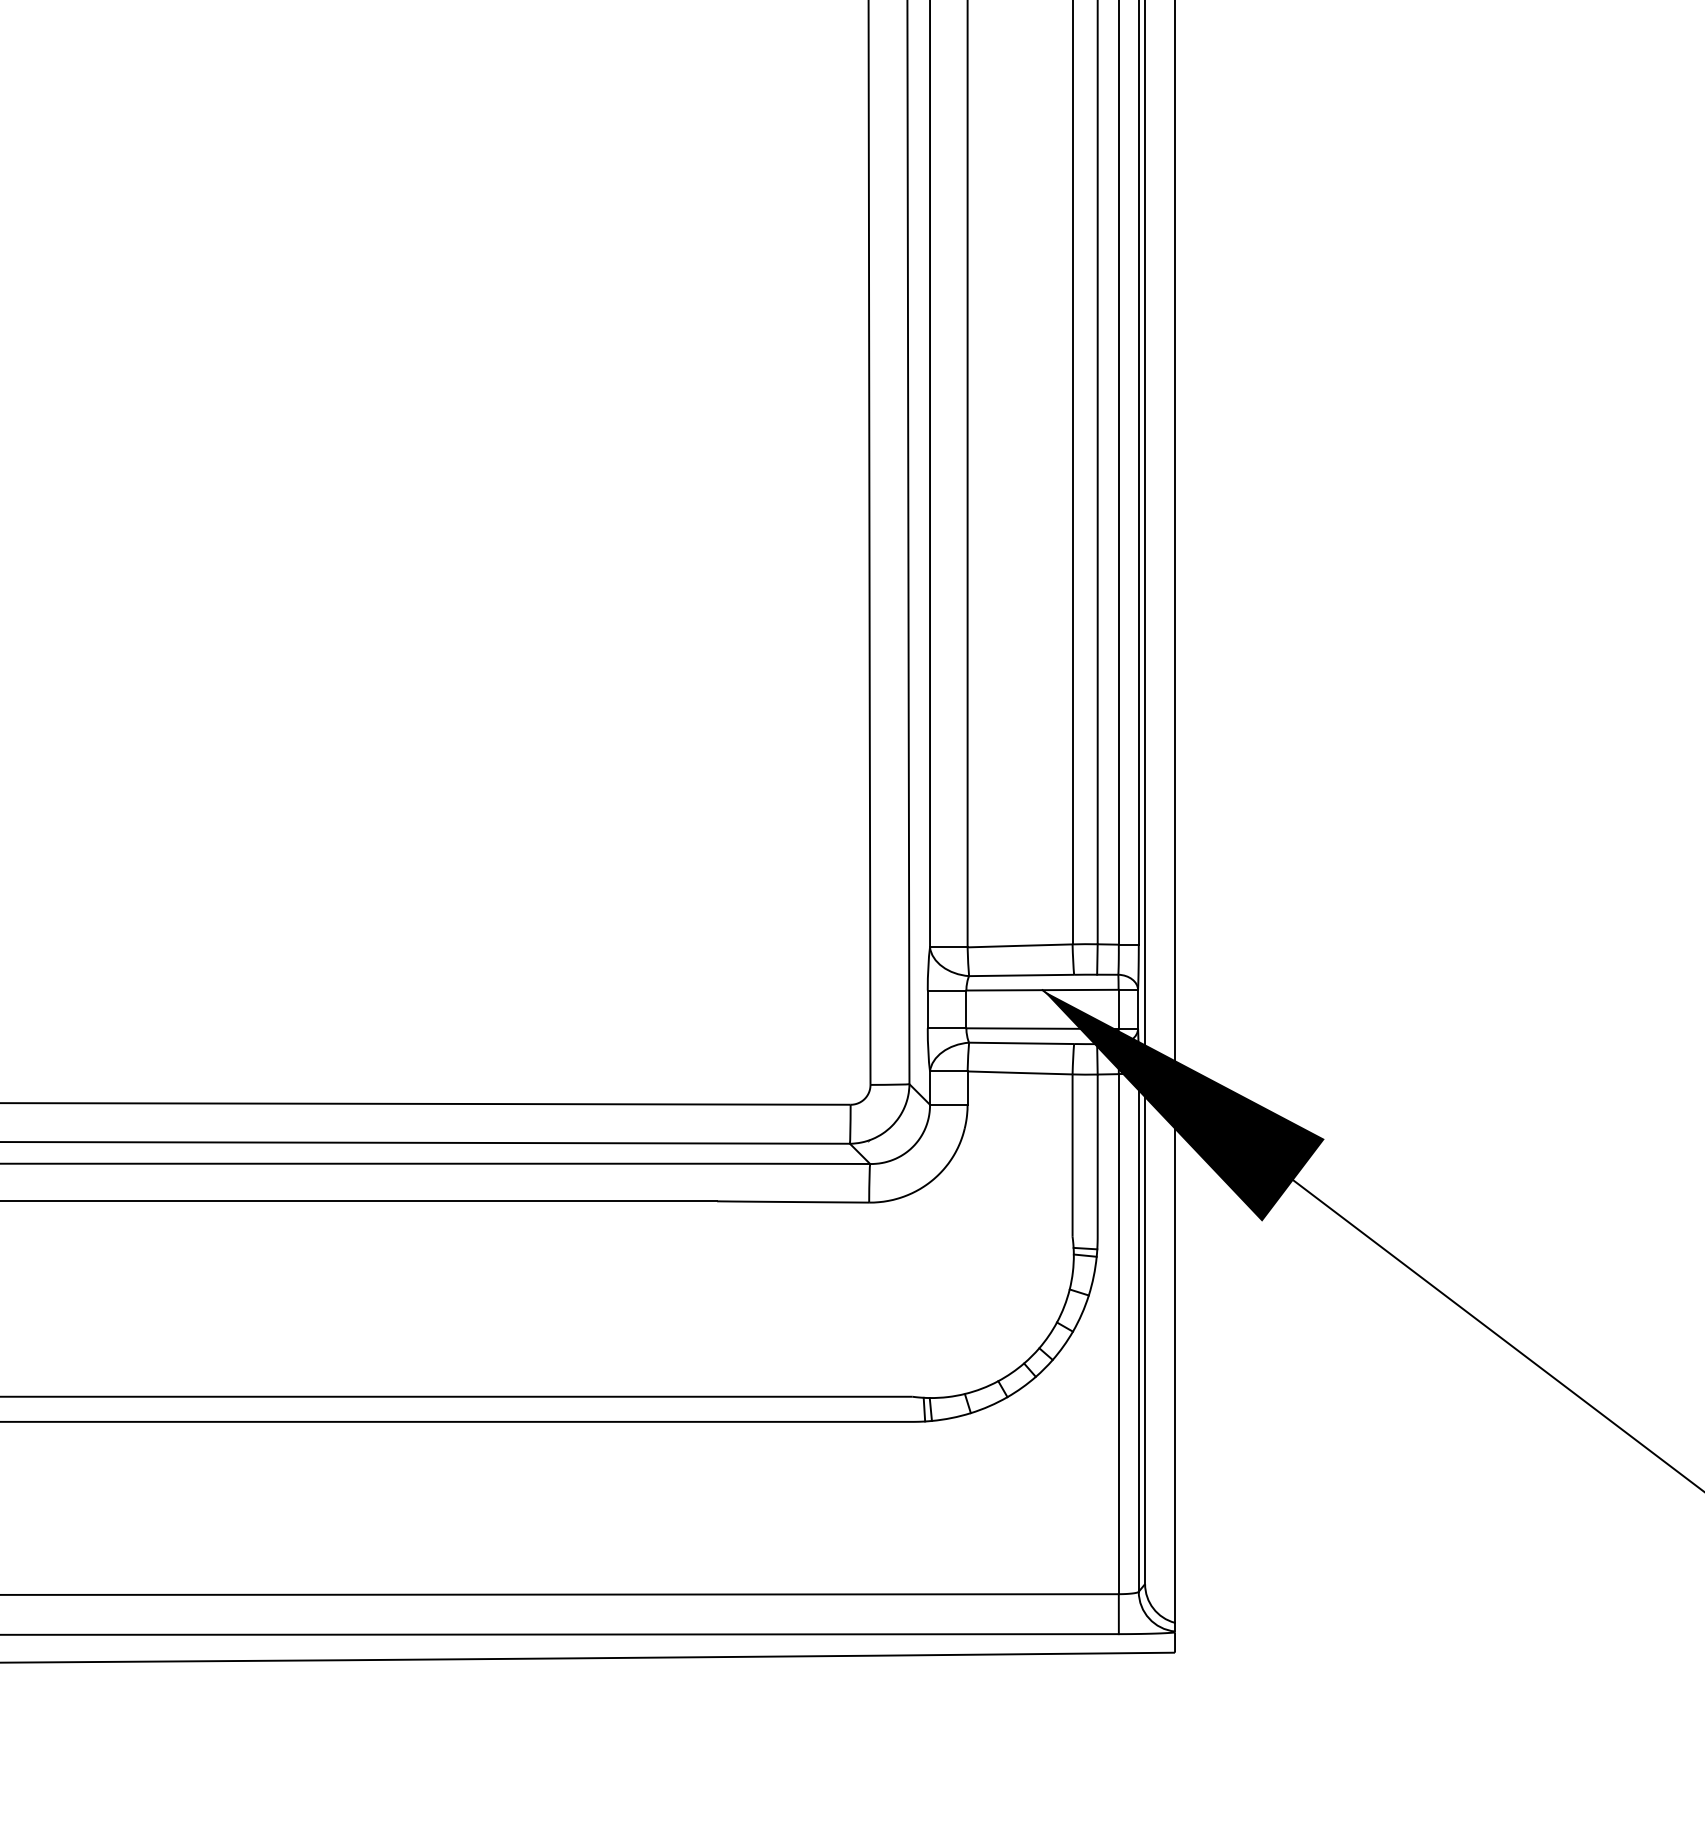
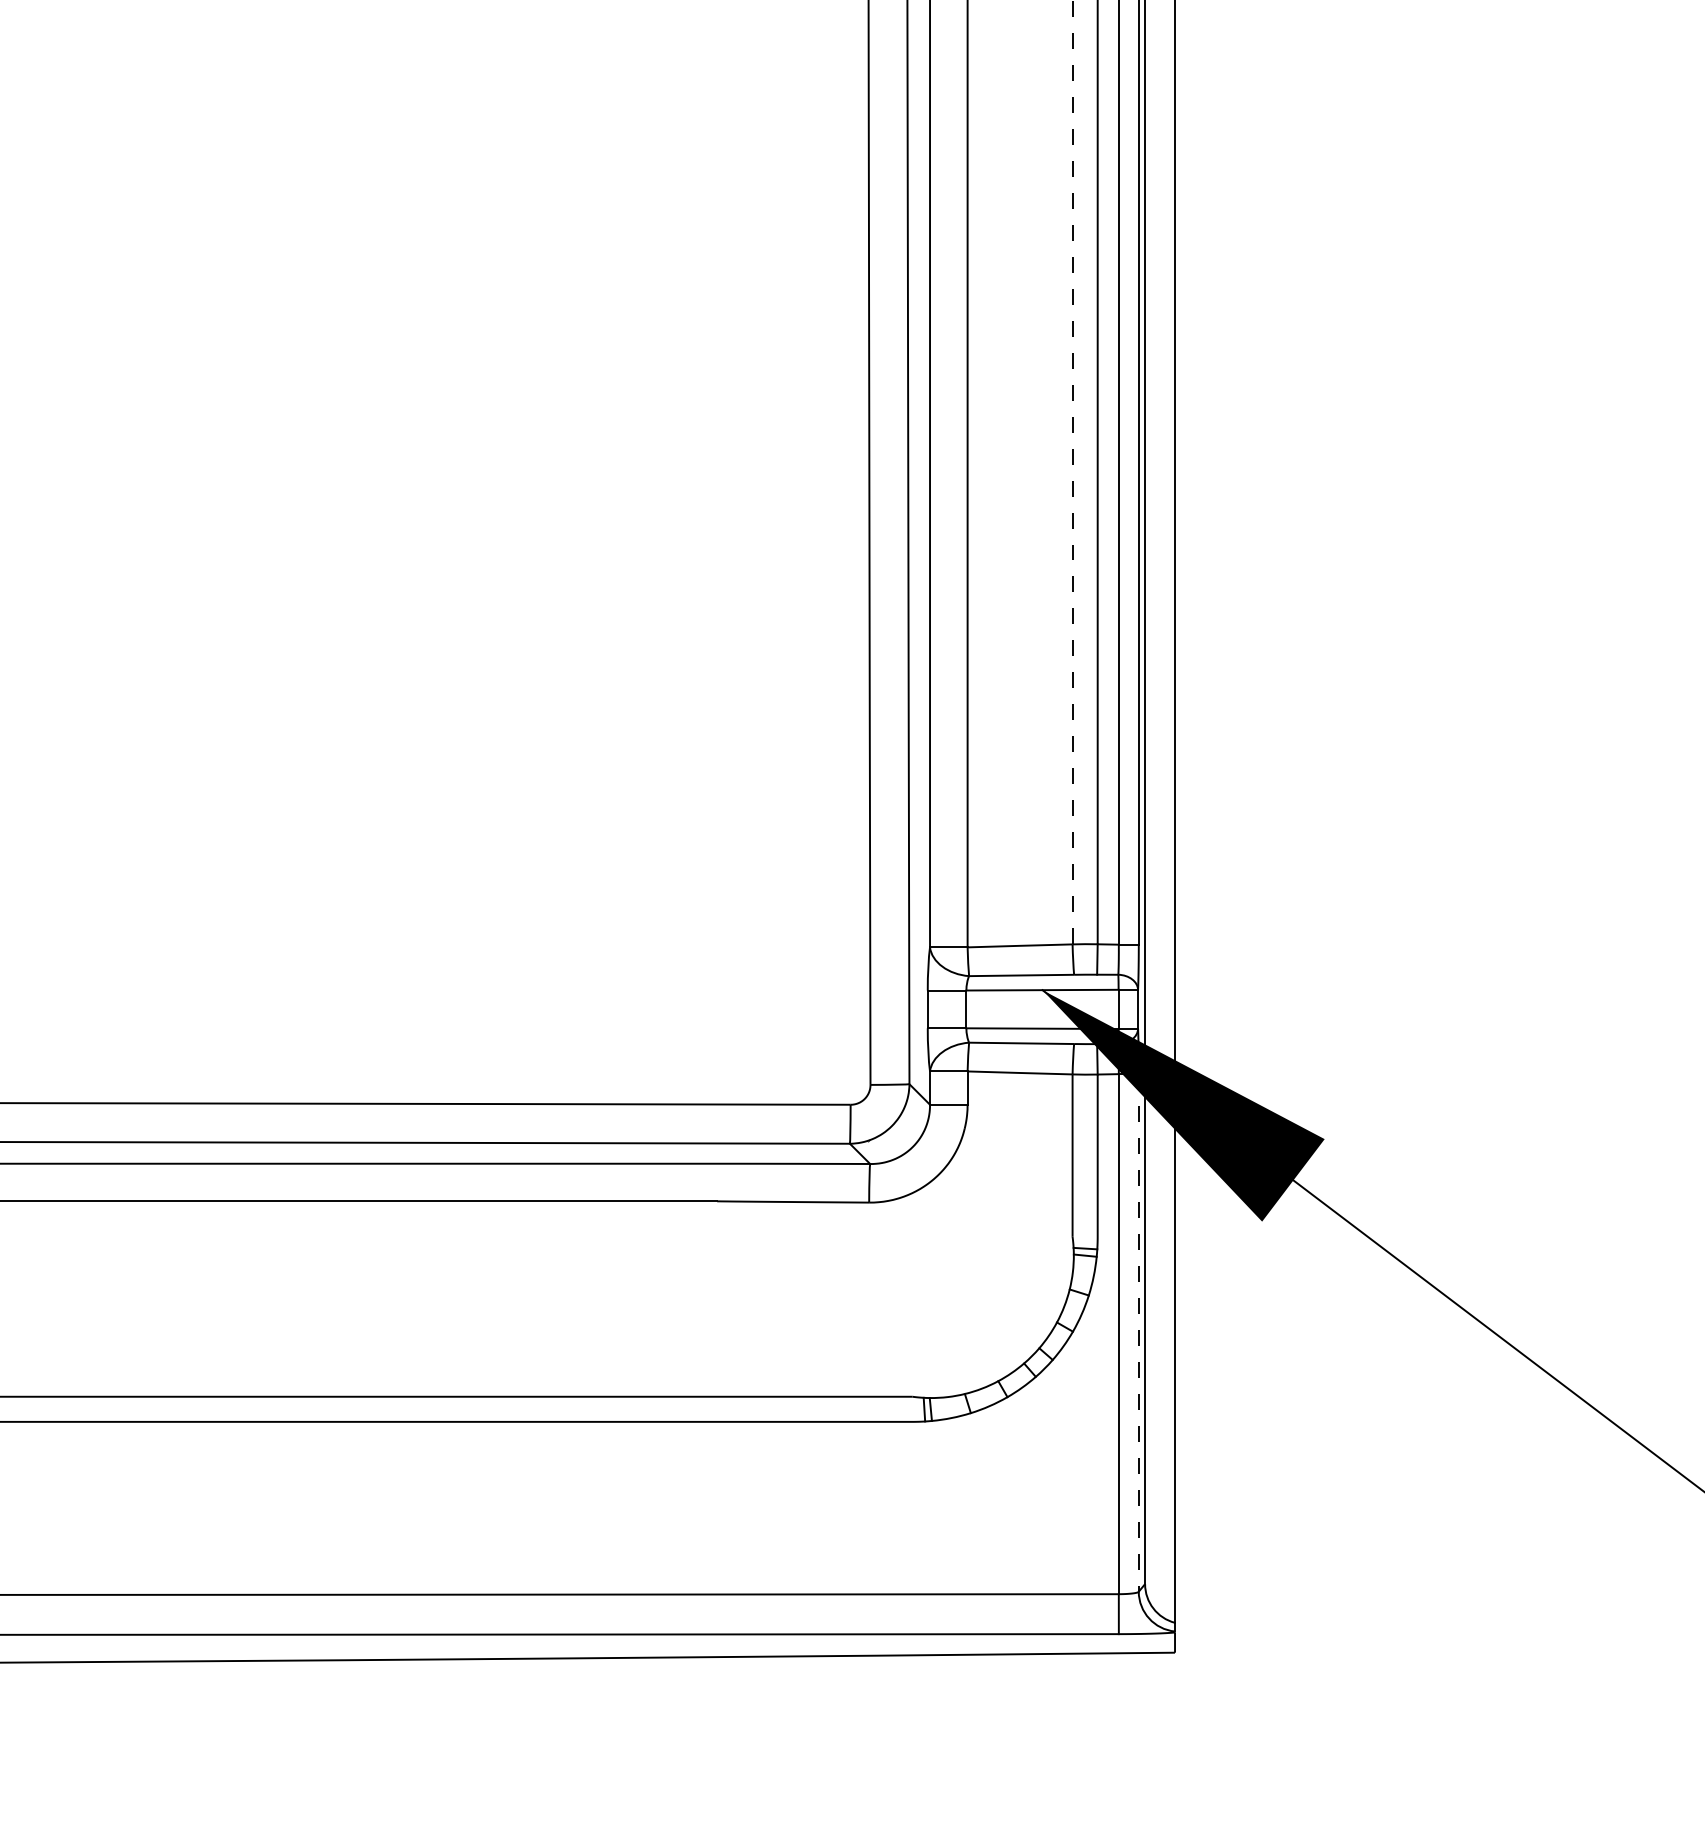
line at (1072, 472): solid -> dashed
line at (1138, 1332): solid -> dashed
